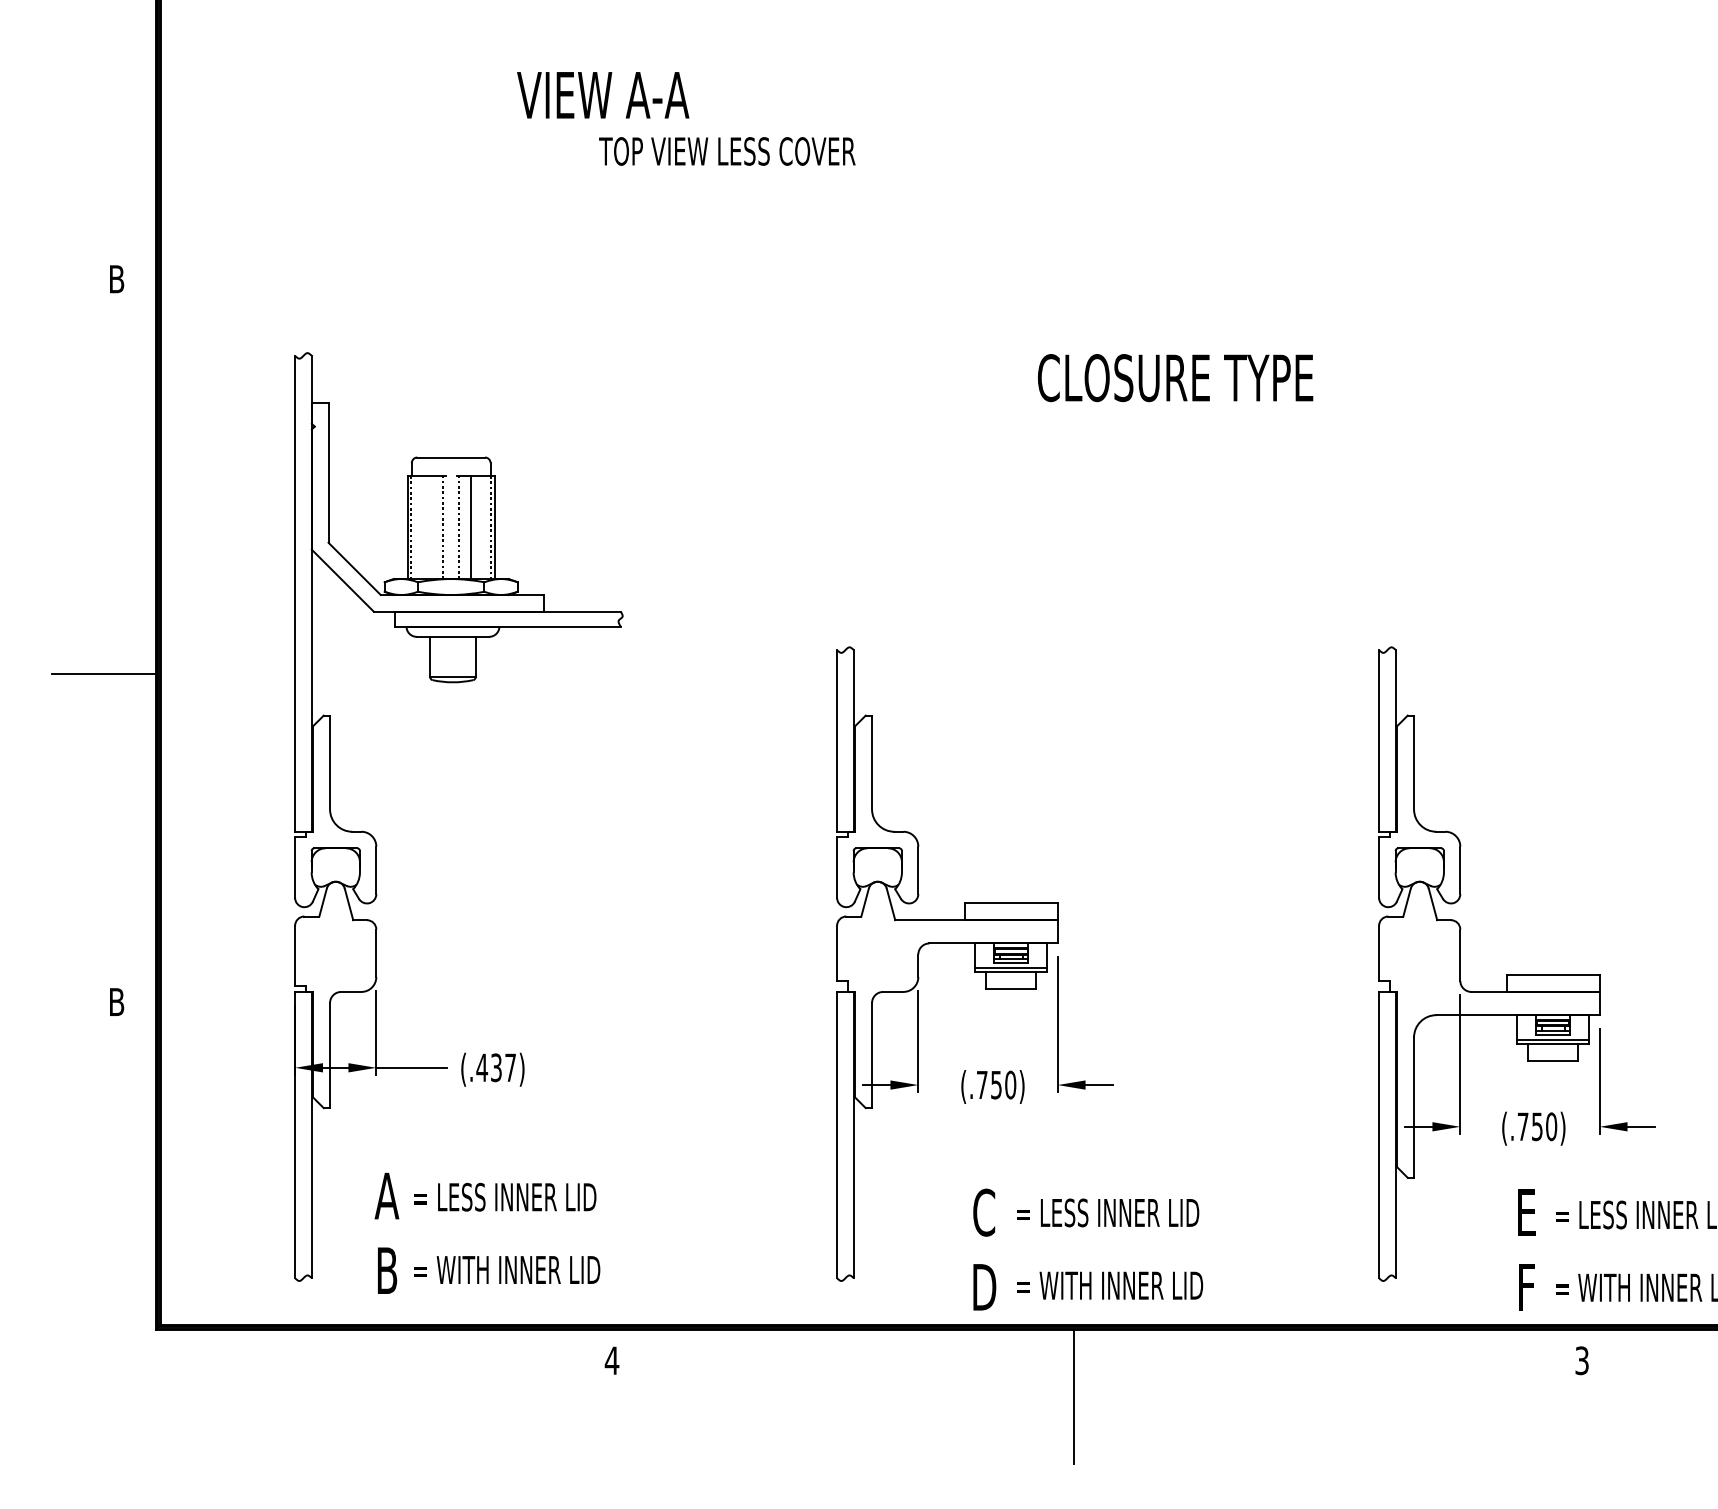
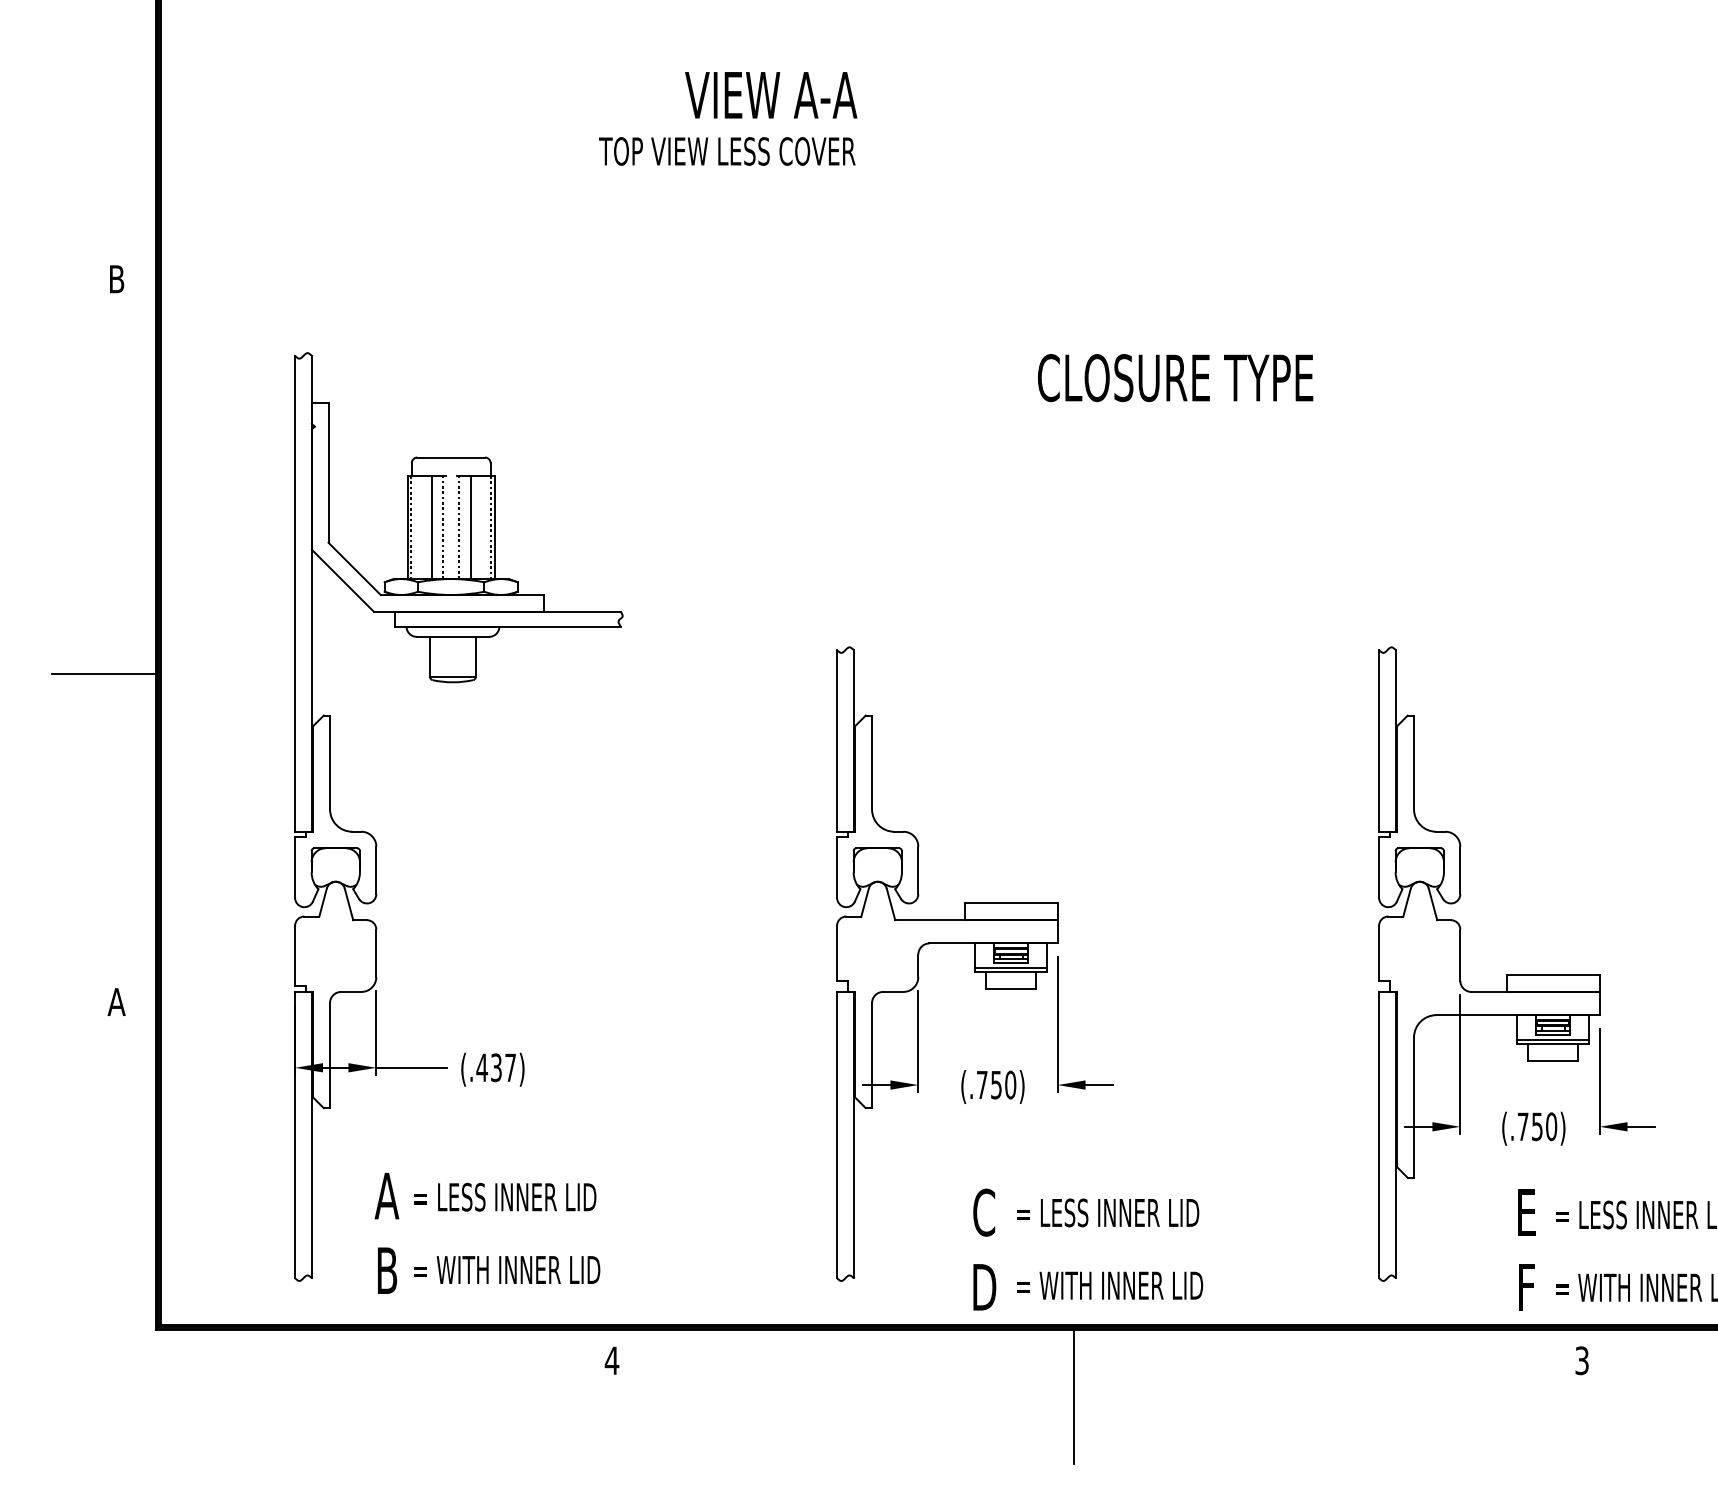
text at (603, 95) position: (603, 95) -> (771, 95)
line at (431, 527): none -> present
text at (116, 1001): B -> A
